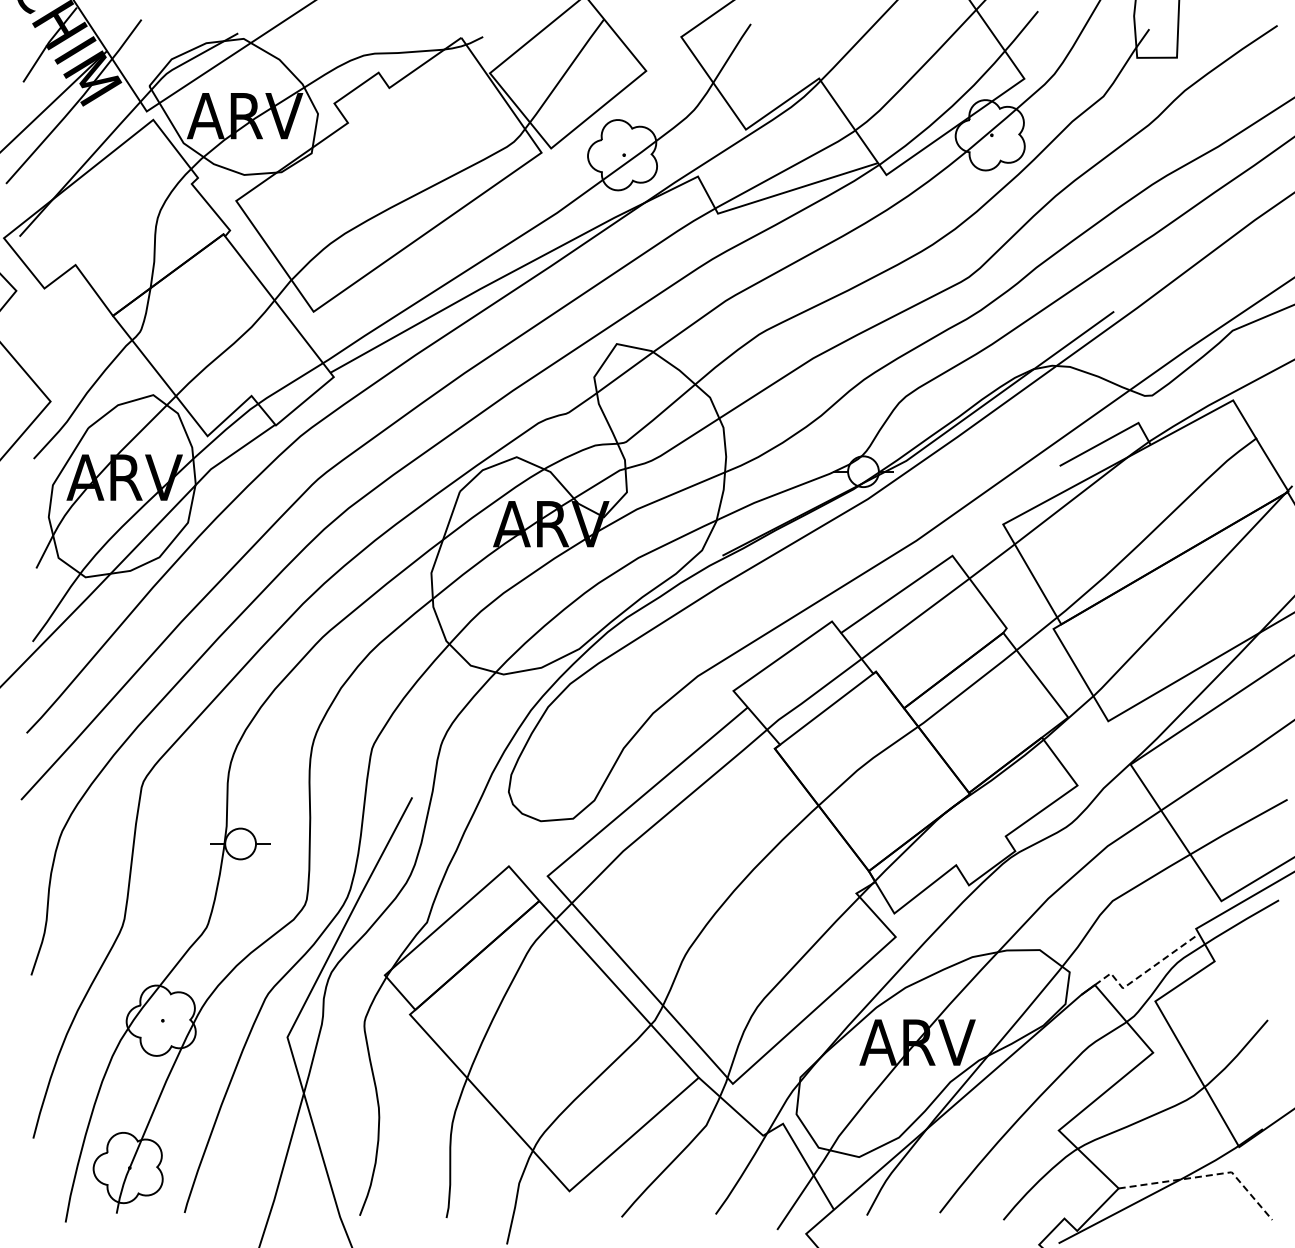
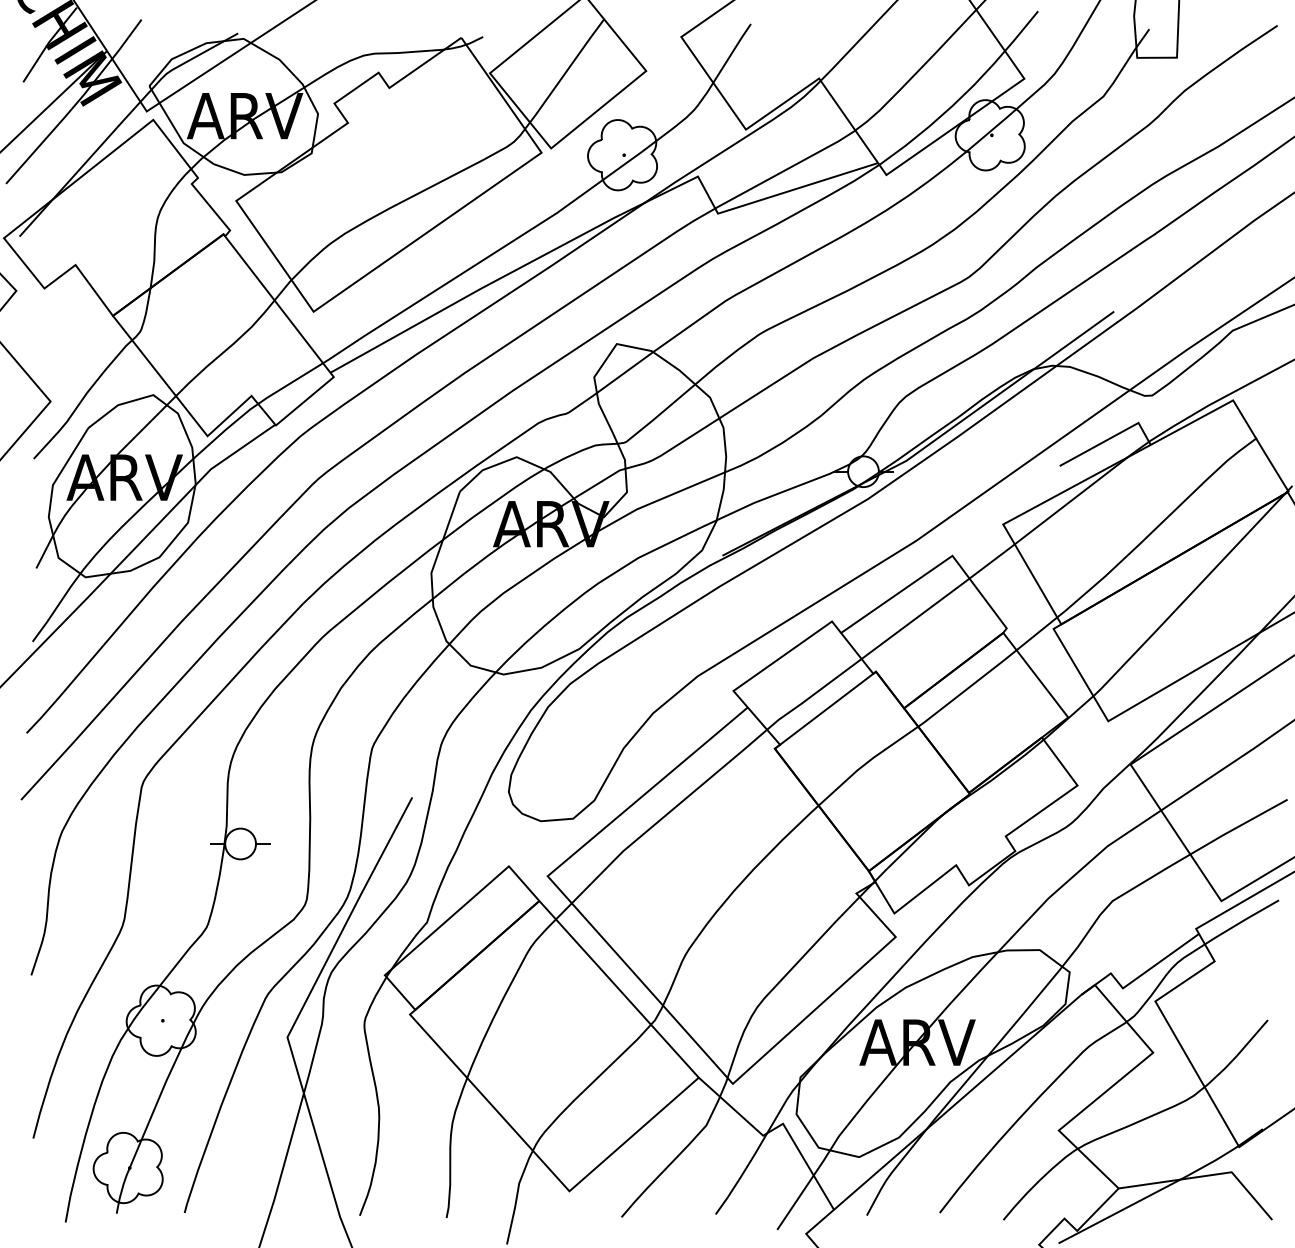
line at (1144, 973): dashed -> solid
line at (1207, 1175): dashed -> solid
